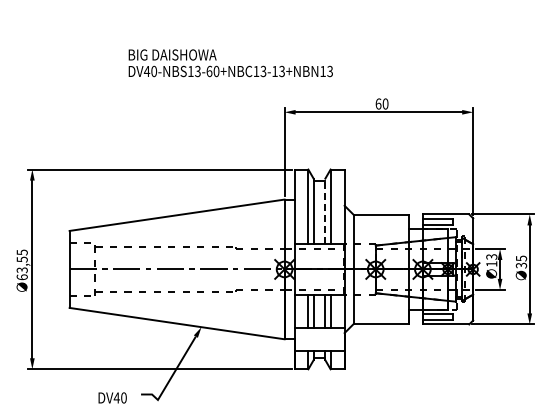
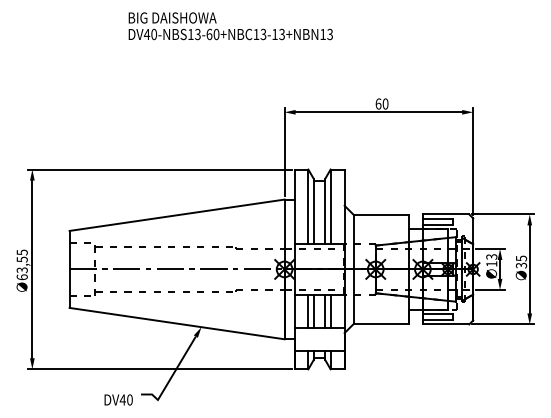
text at (230, 63) position: (230, 63) -> (230, 26)
line at (325, 211): dashed -> solid
text at (112, 397) position: (112, 397) -> (118, 399)
